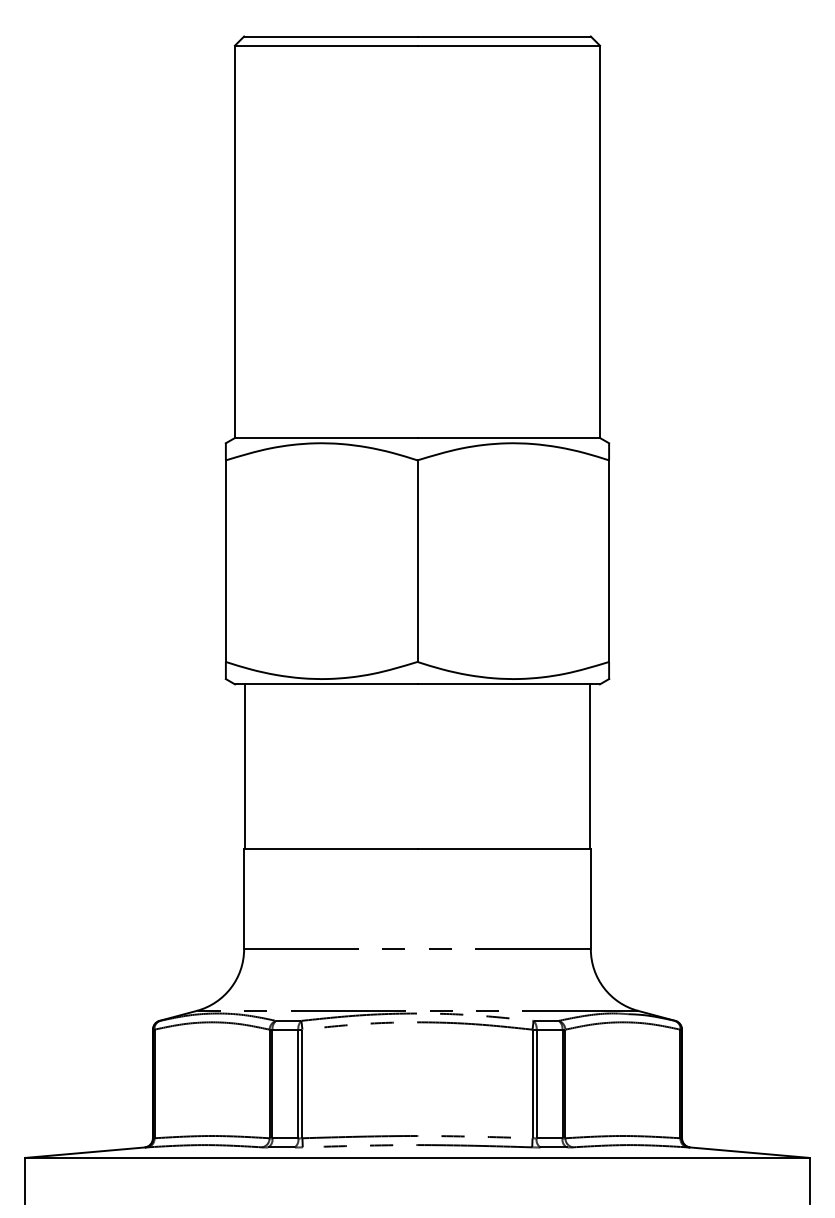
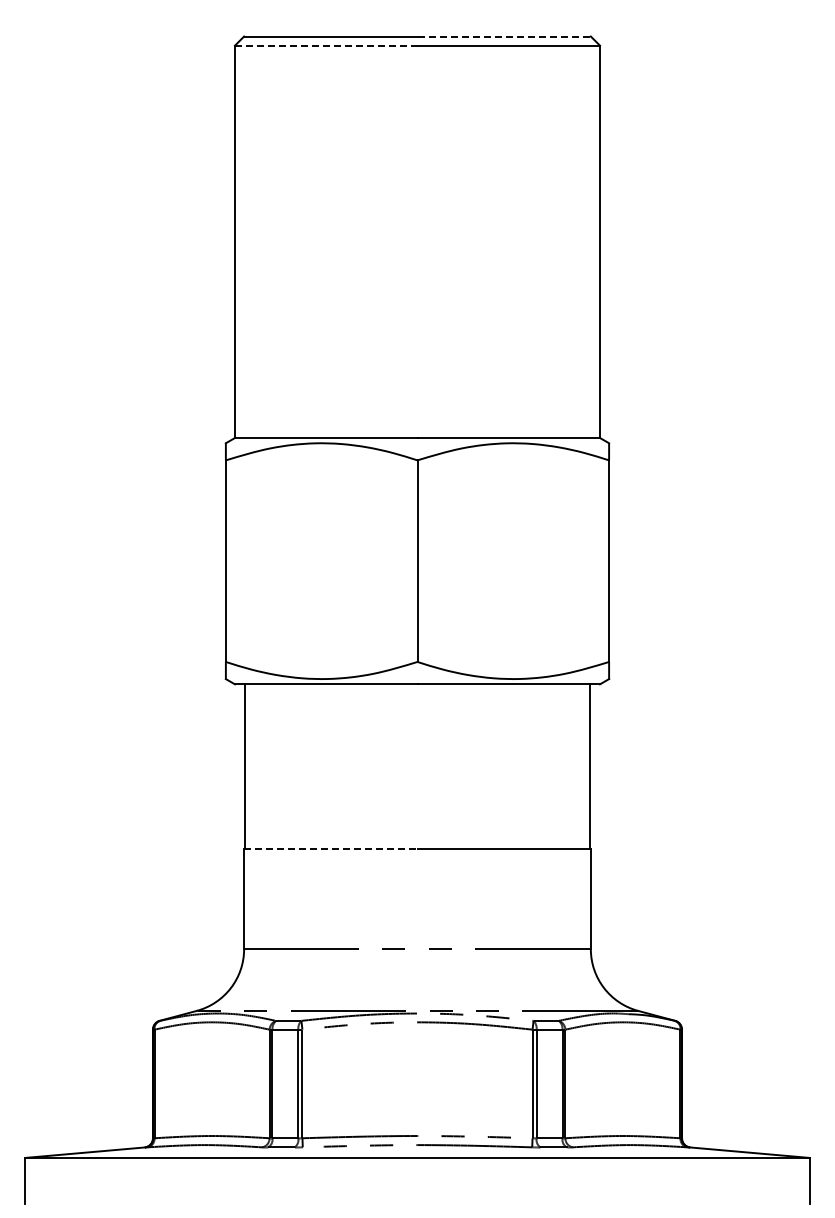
line at (504, 36): solid -> dashed
line at (326, 45): solid -> dashed
line at (330, 848): solid -> dashed
